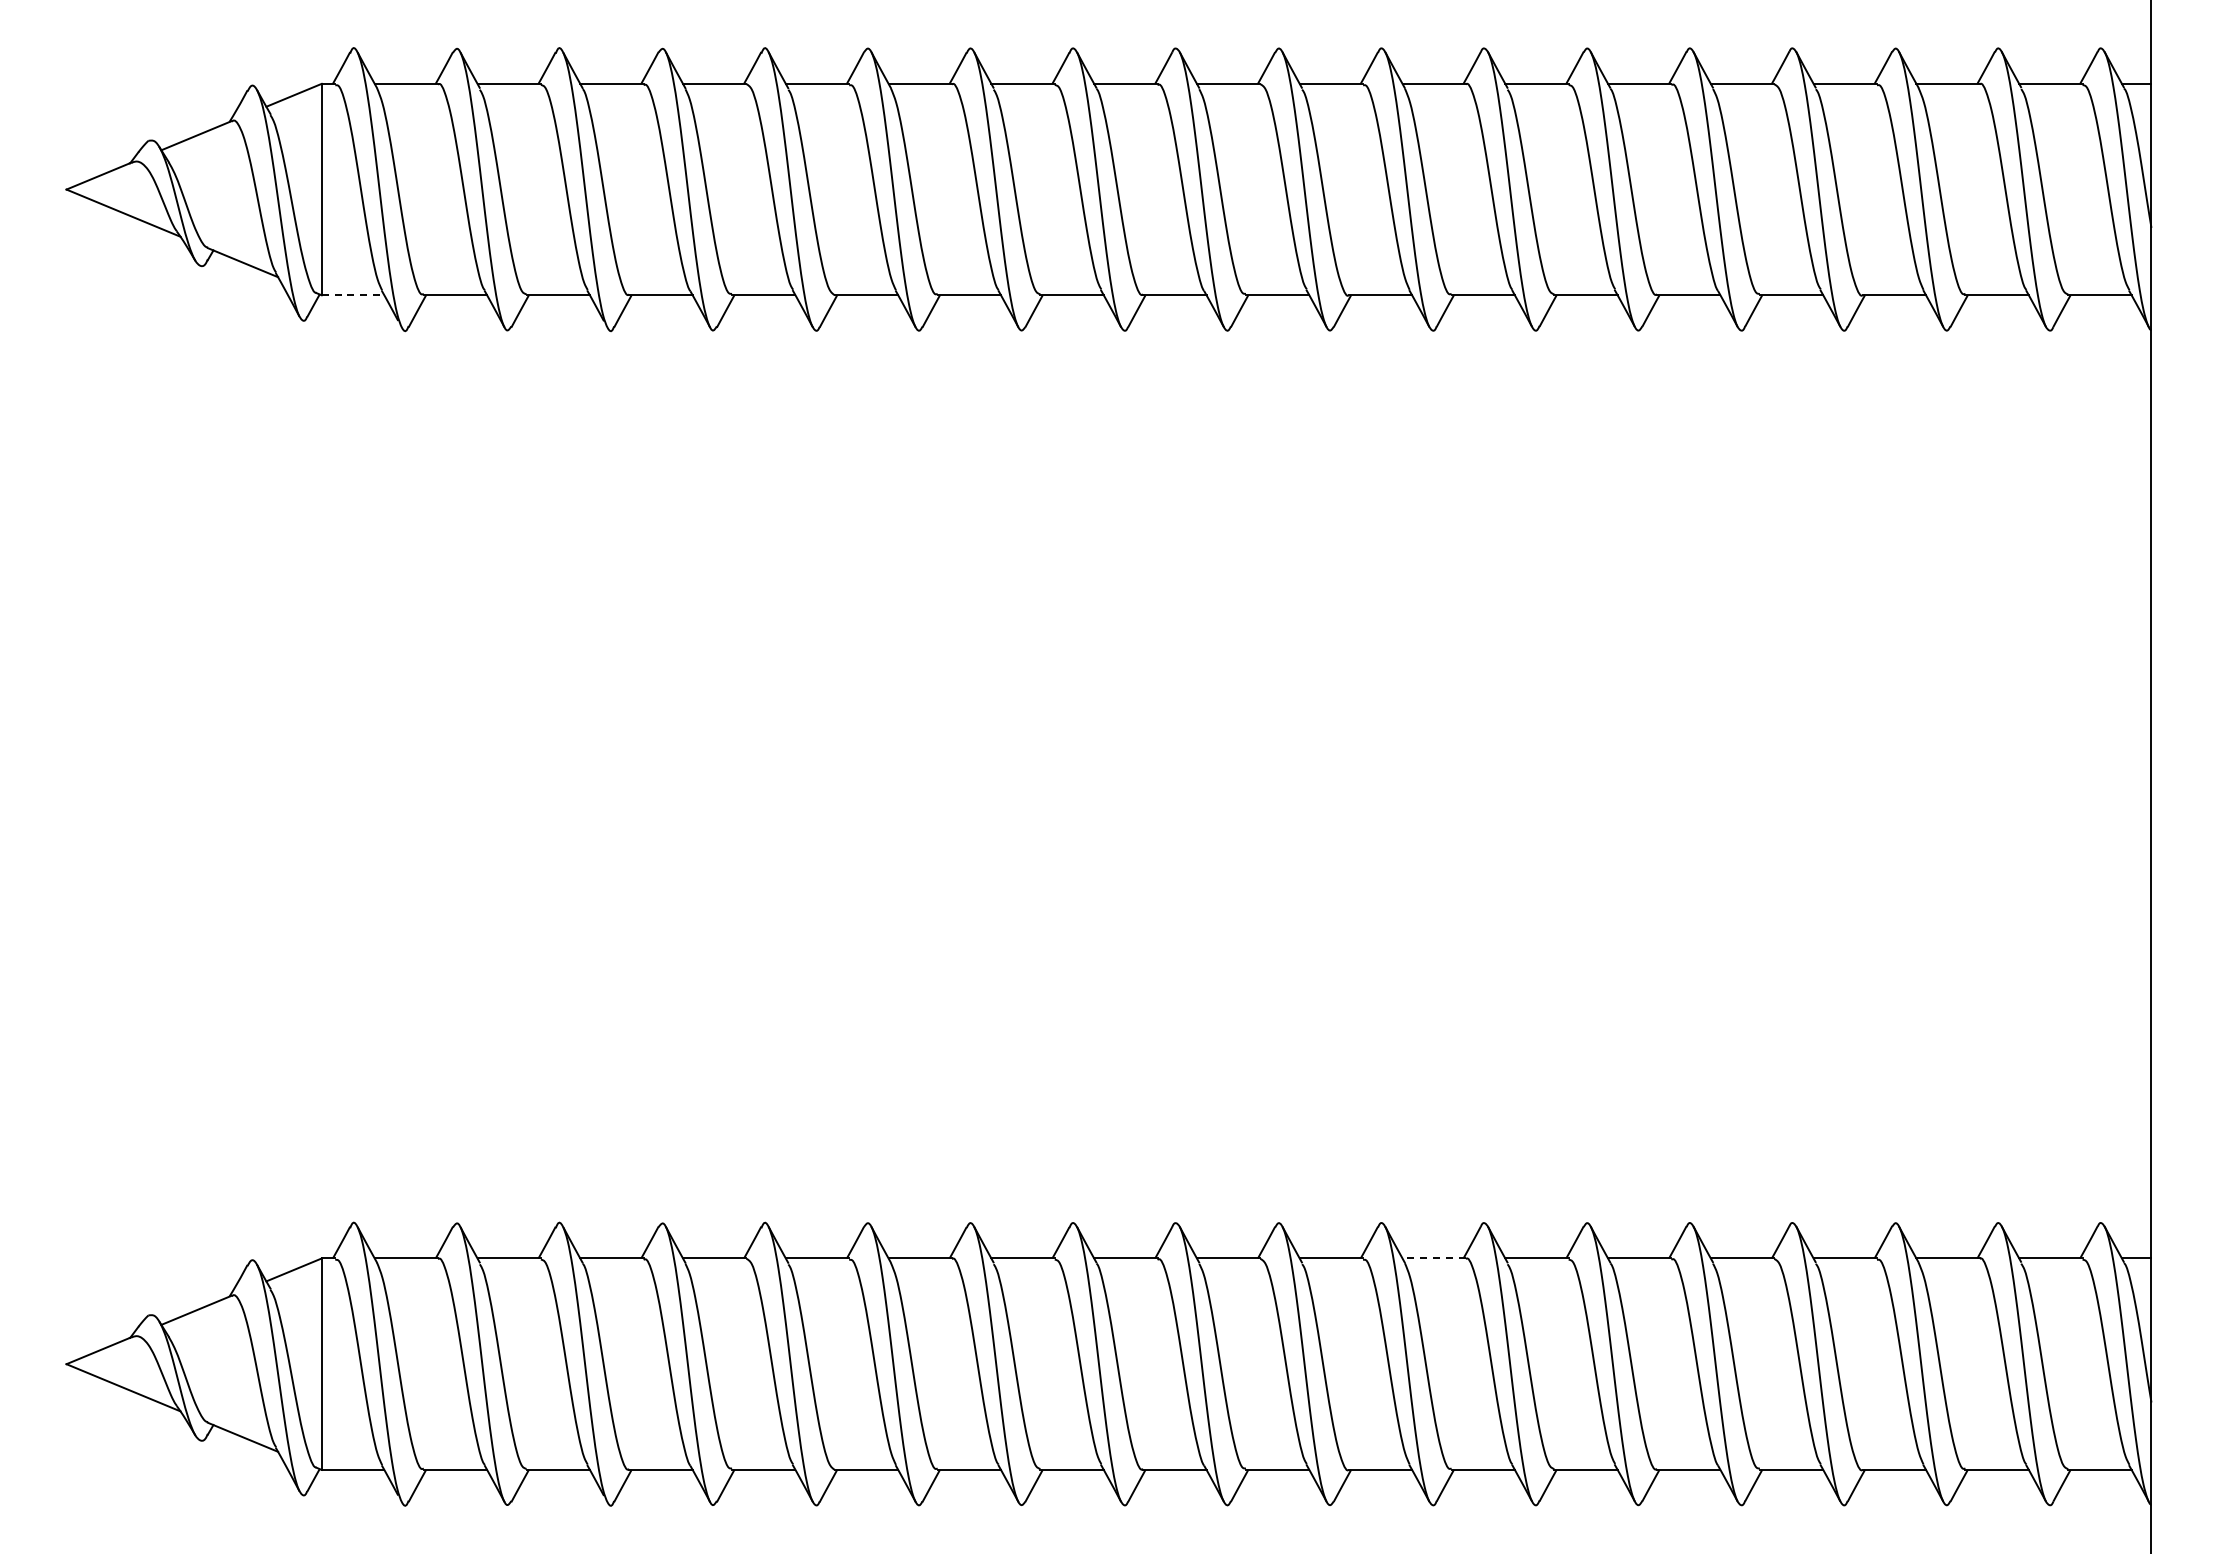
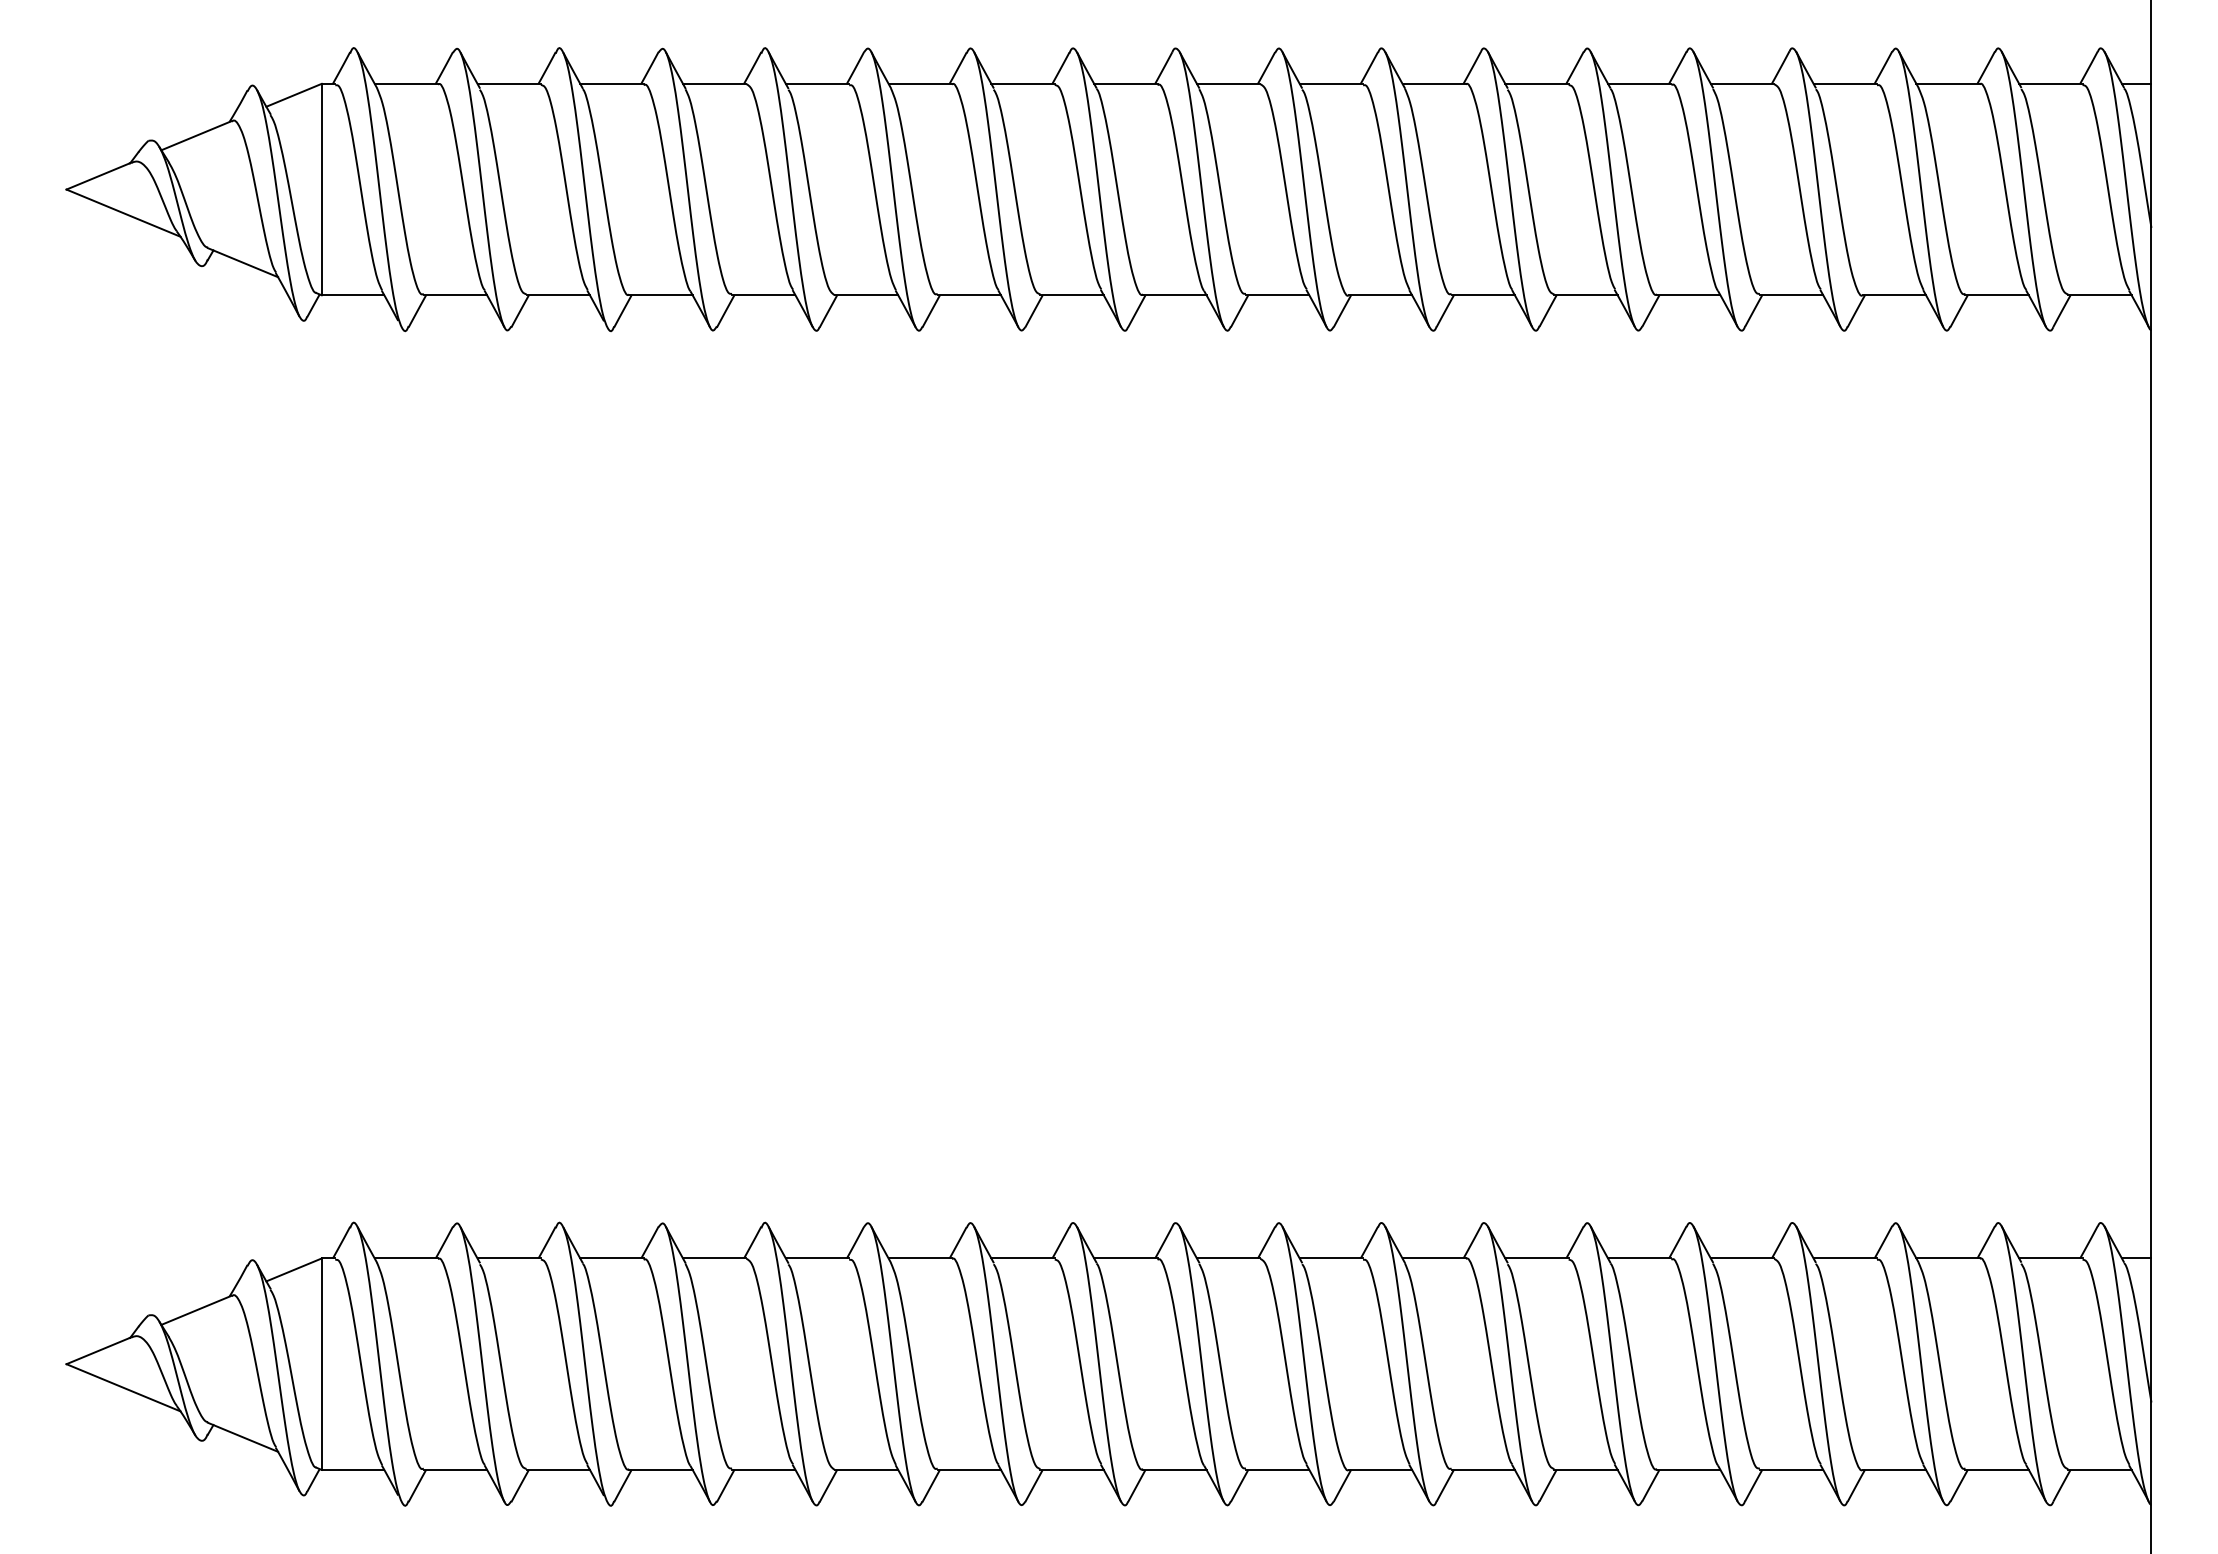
line at (353, 295): dashed -> solid
line at (1434, 1258): dashed -> solid
